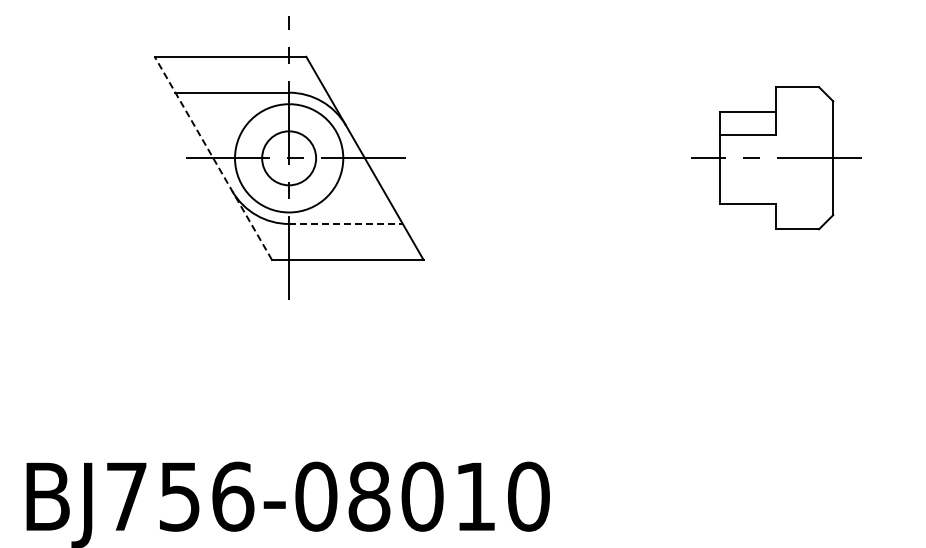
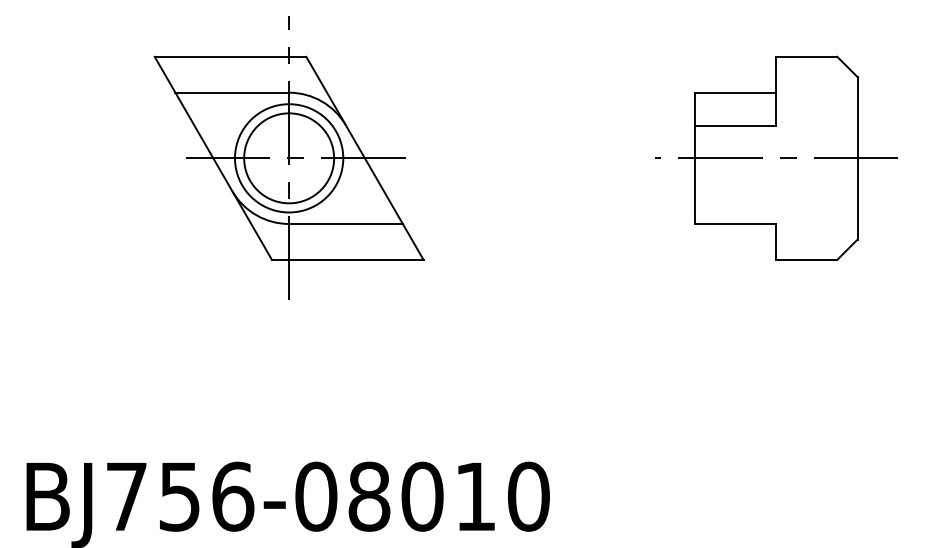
line at (213, 157): dashed -> solid
circle at (289, 158) diameter: 54 px -> 90 px
part at (776, 158) size: 171x145 px -> 243x206 px
line at (345, 223): dashed -> solid
